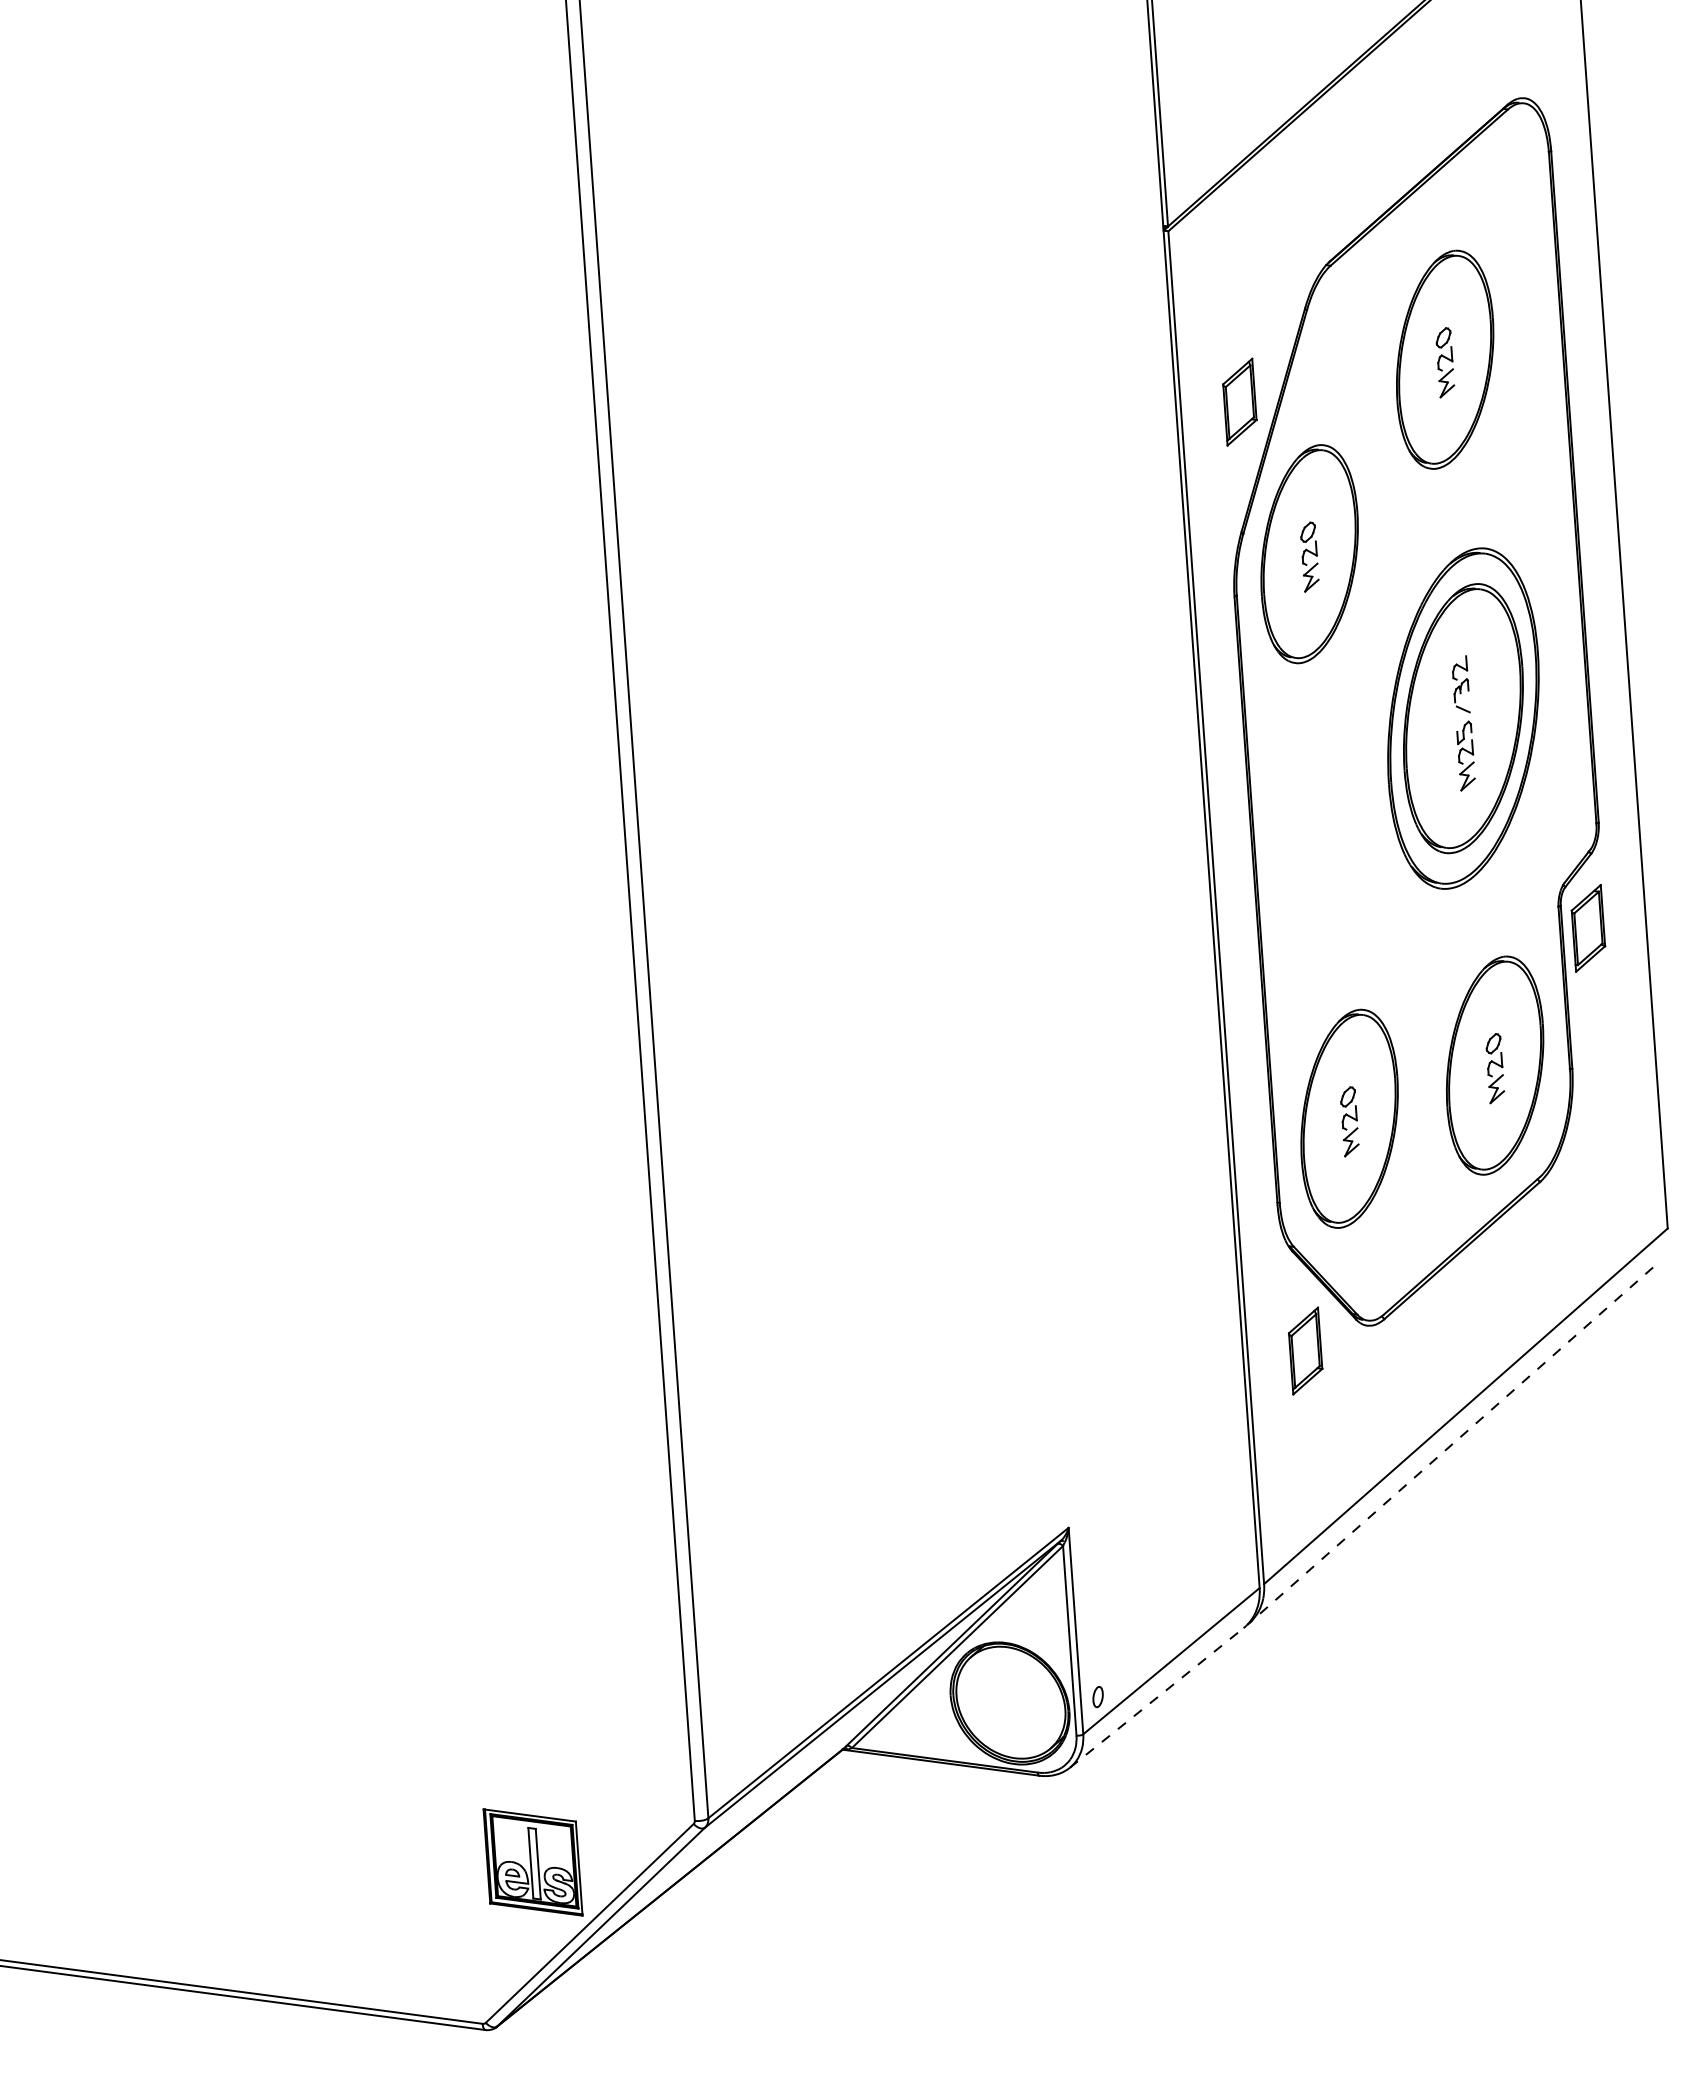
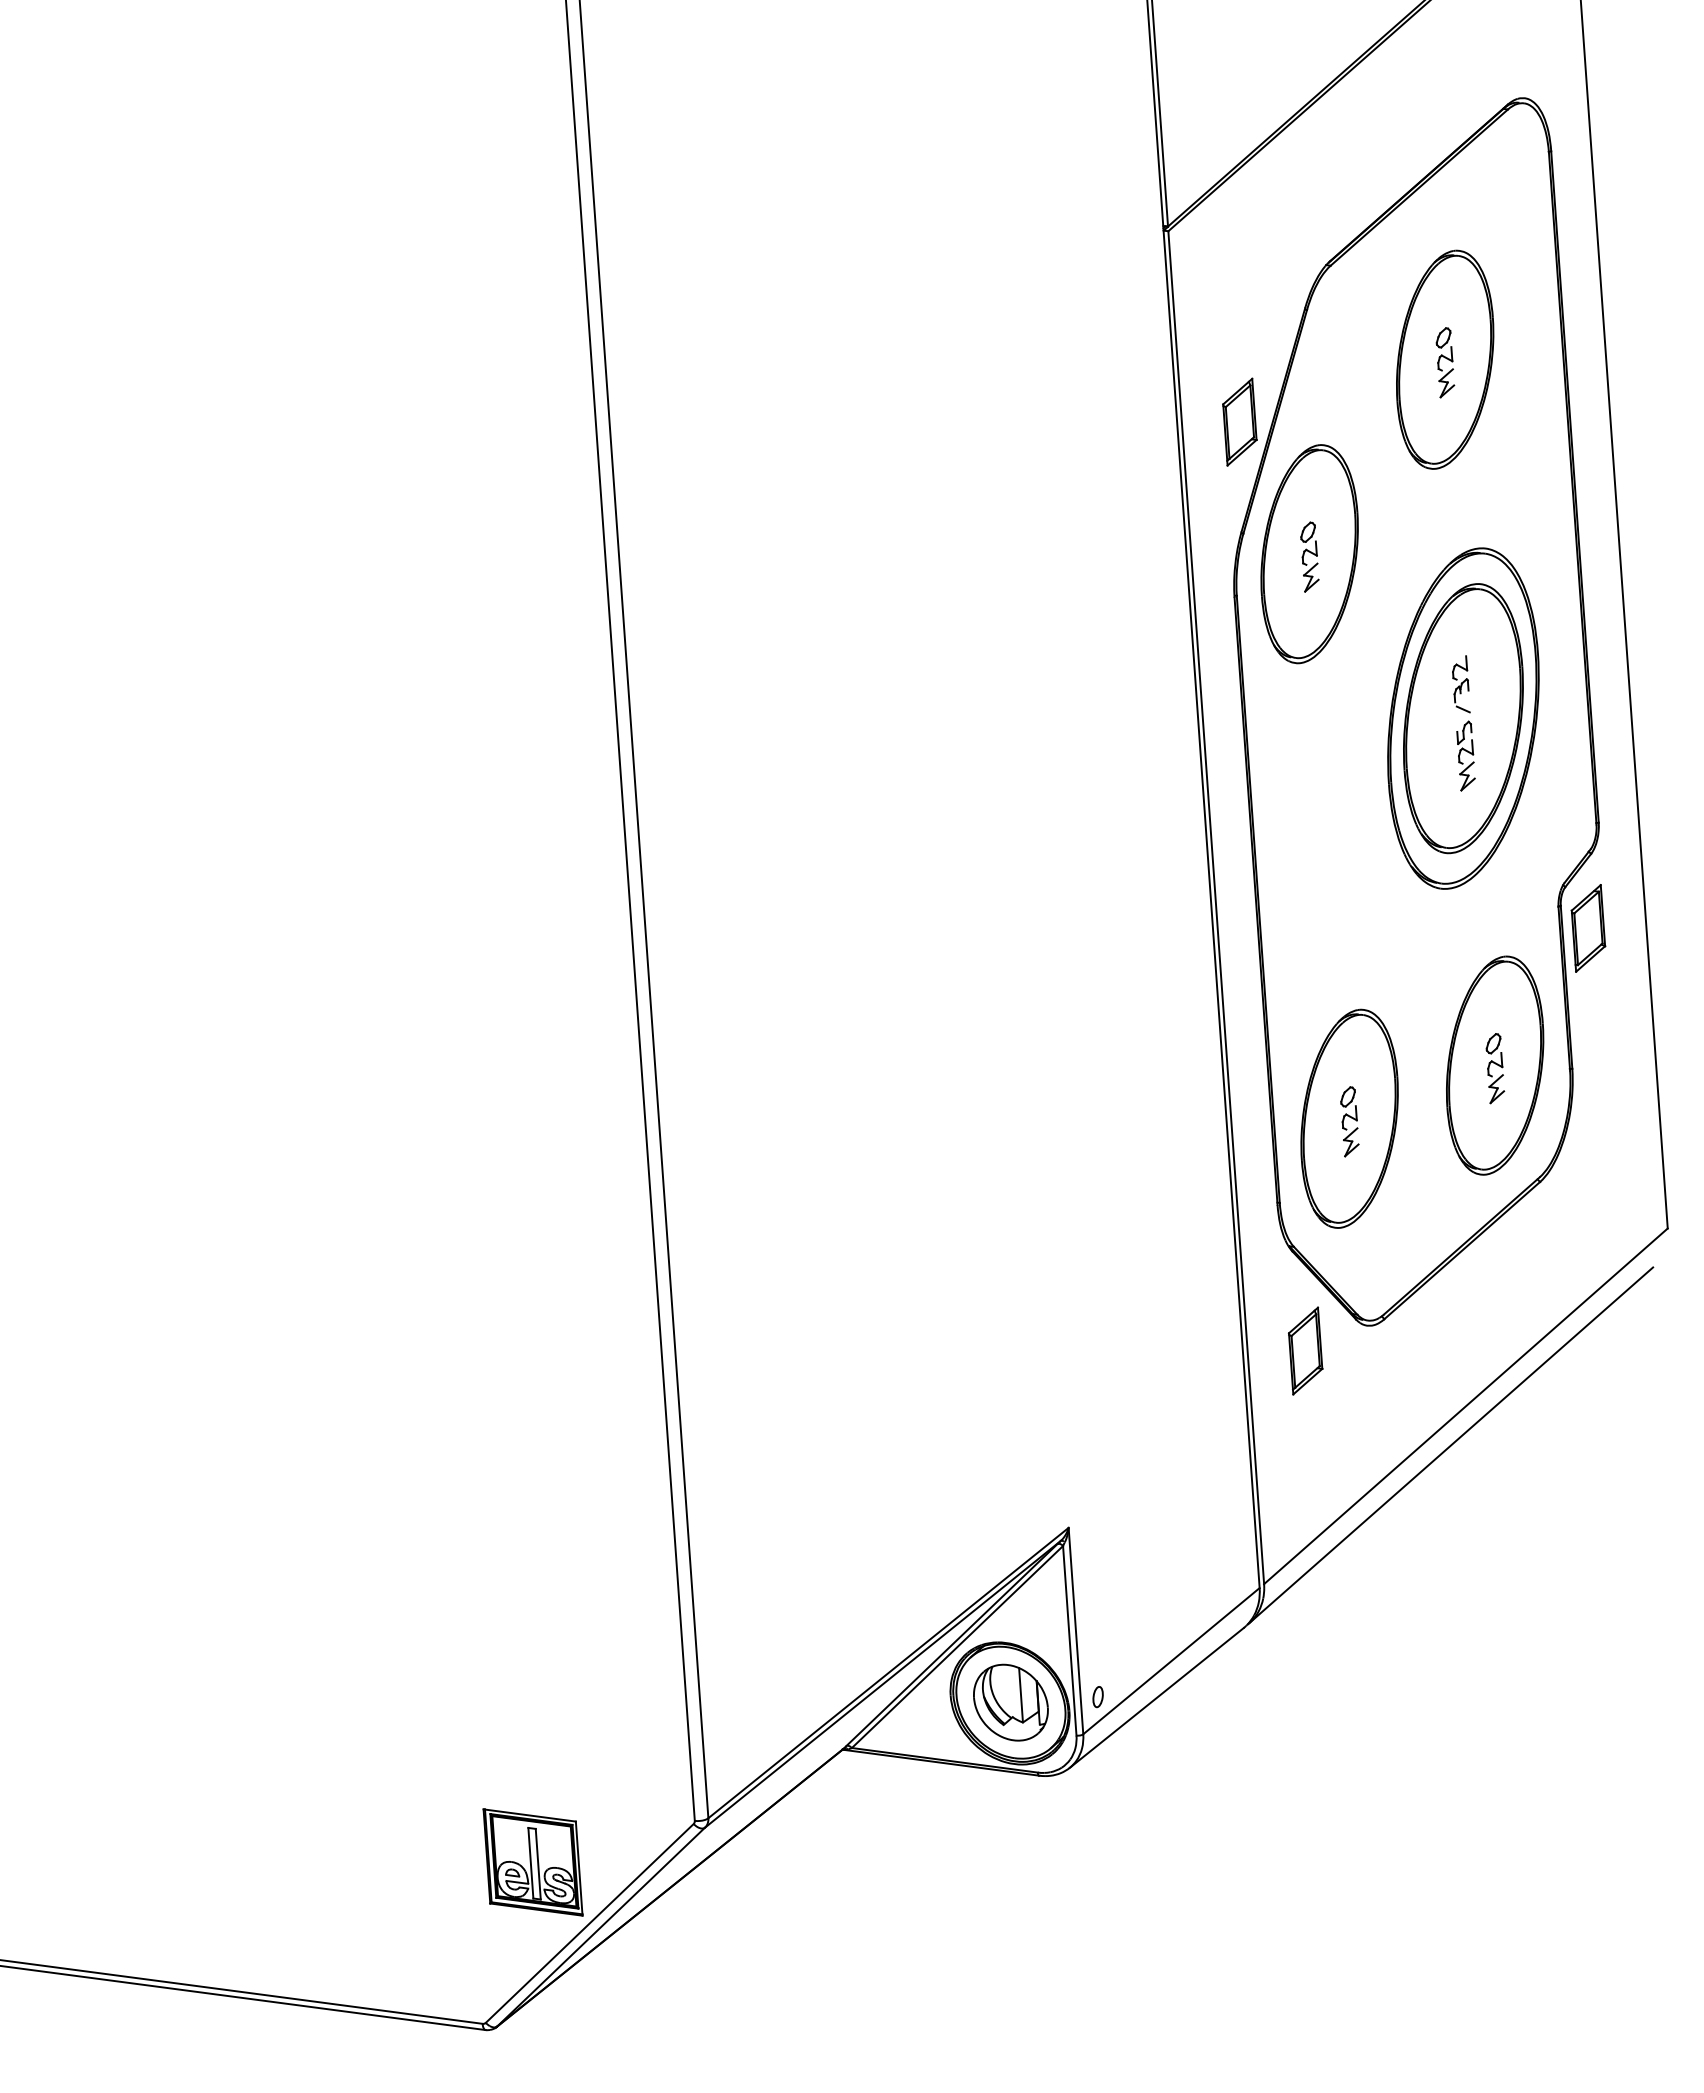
part at (1239, 401) position: (1239, 401) -> (1239, 421)
line at (1451, 1445): dashed -> solid
line at (1157, 1697): dashed -> solid
part at (1010, 1702): none -> present
